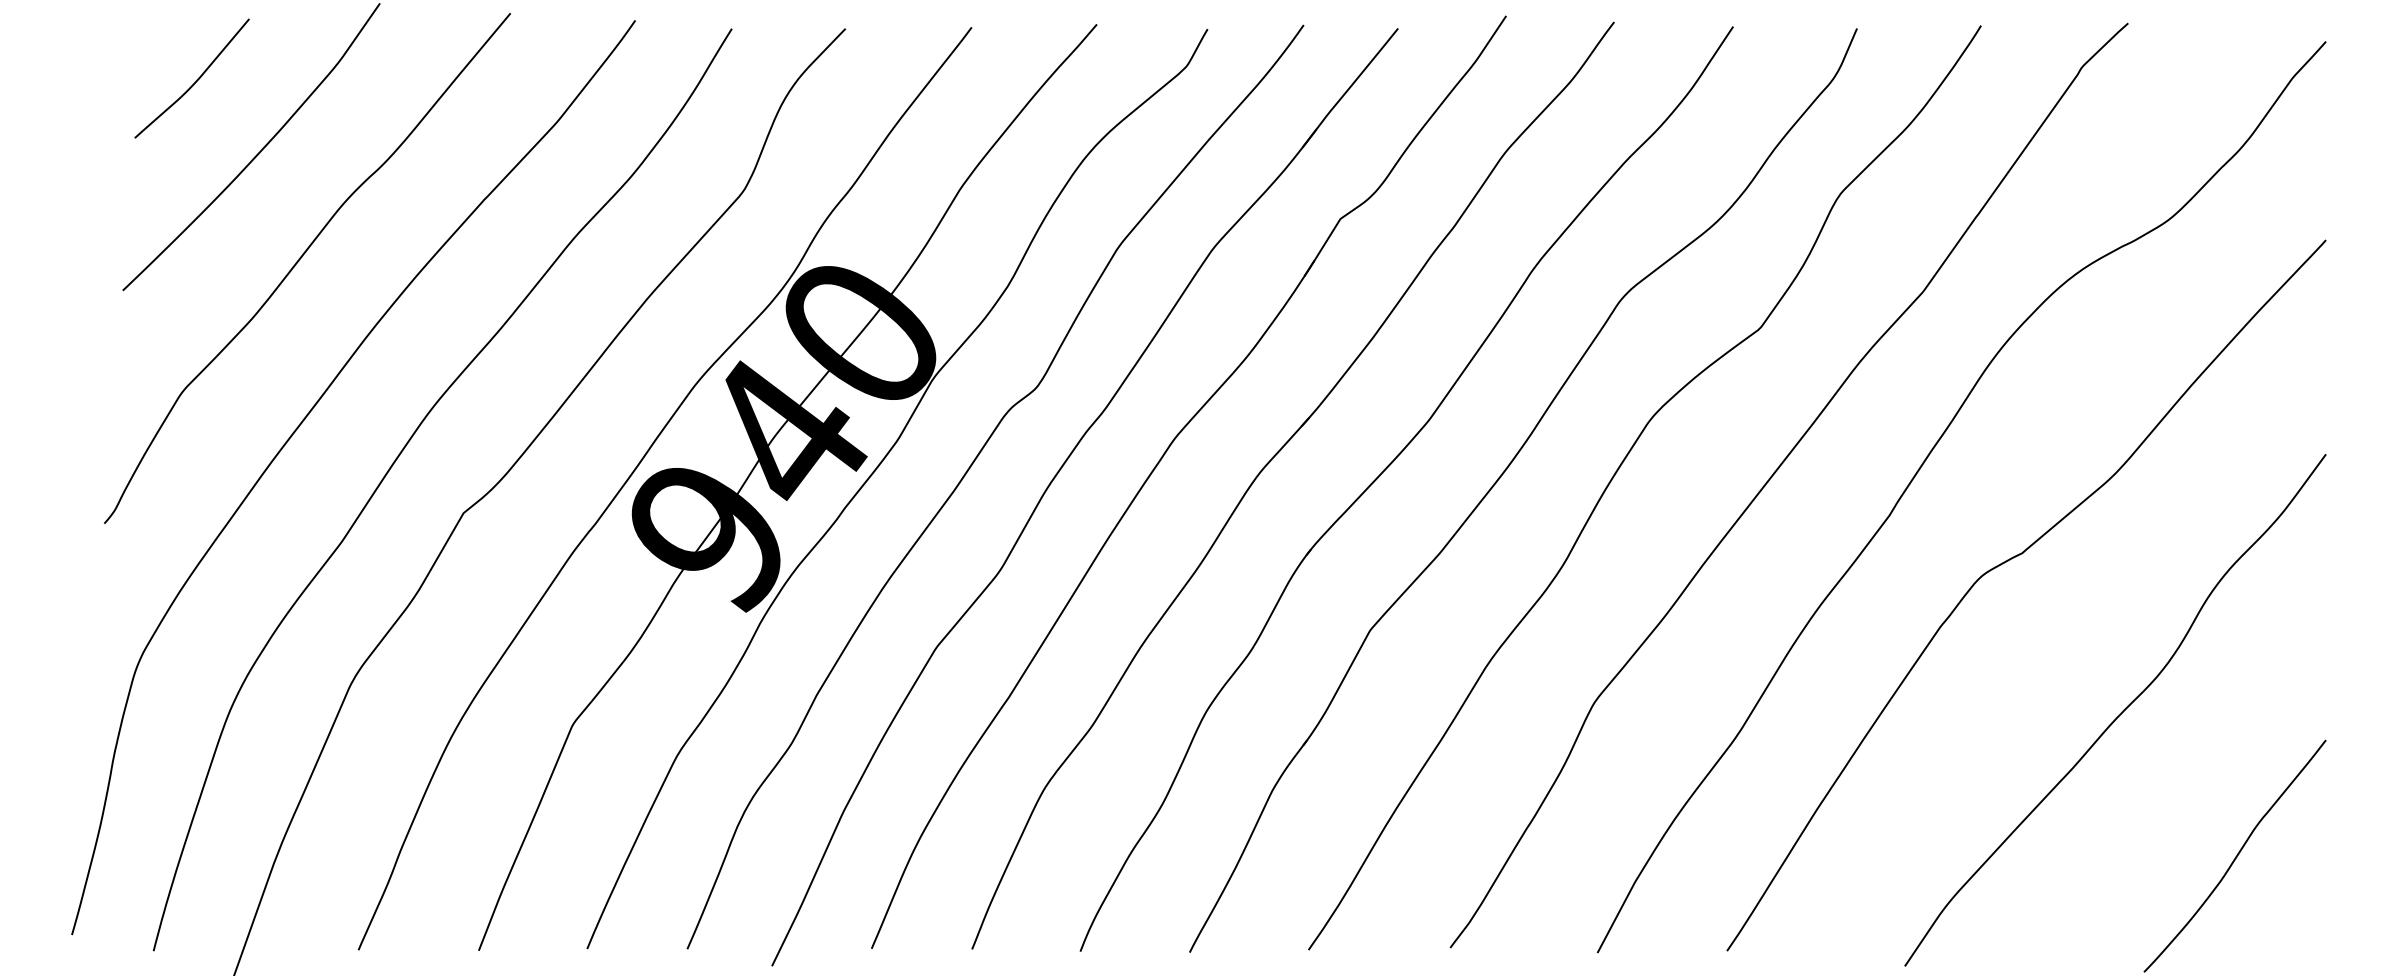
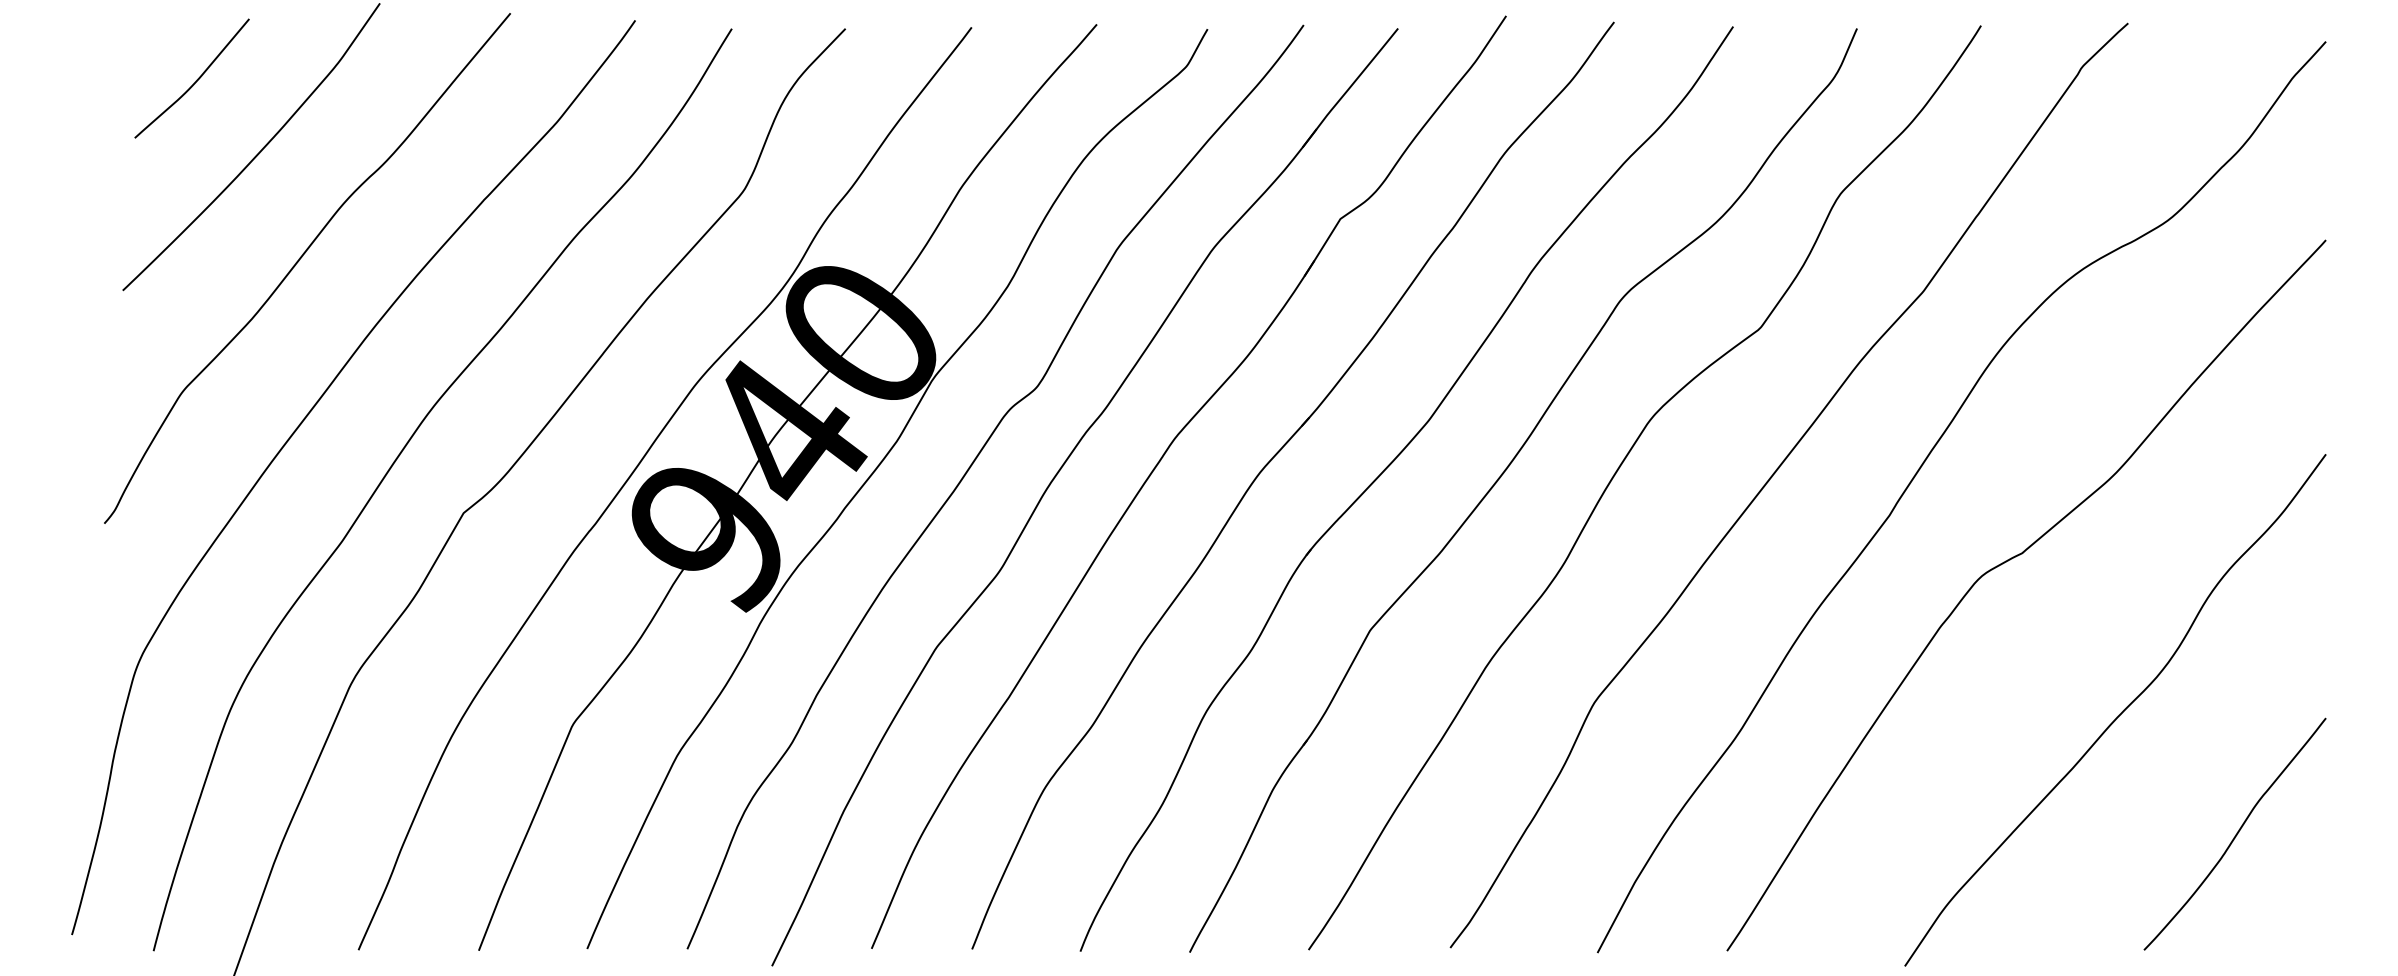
curve at (2235, 856) position: (2235, 856) -> (2235, 834)
